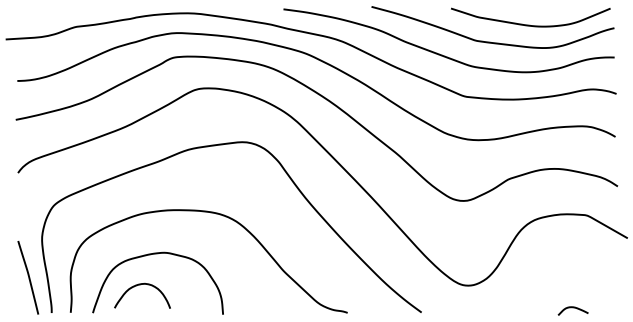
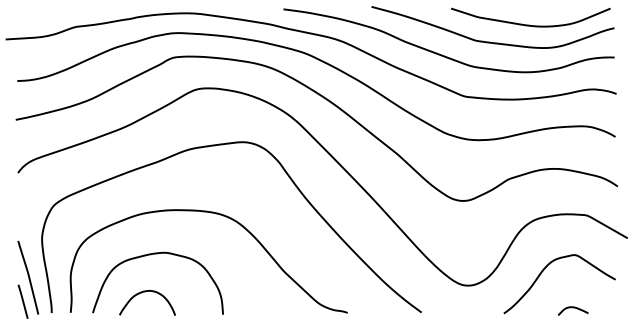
curve at (544, 270): none -> present
curve at (140, 285) position: (140, 285) -> (145, 292)
line at (22, 301): none -> present
